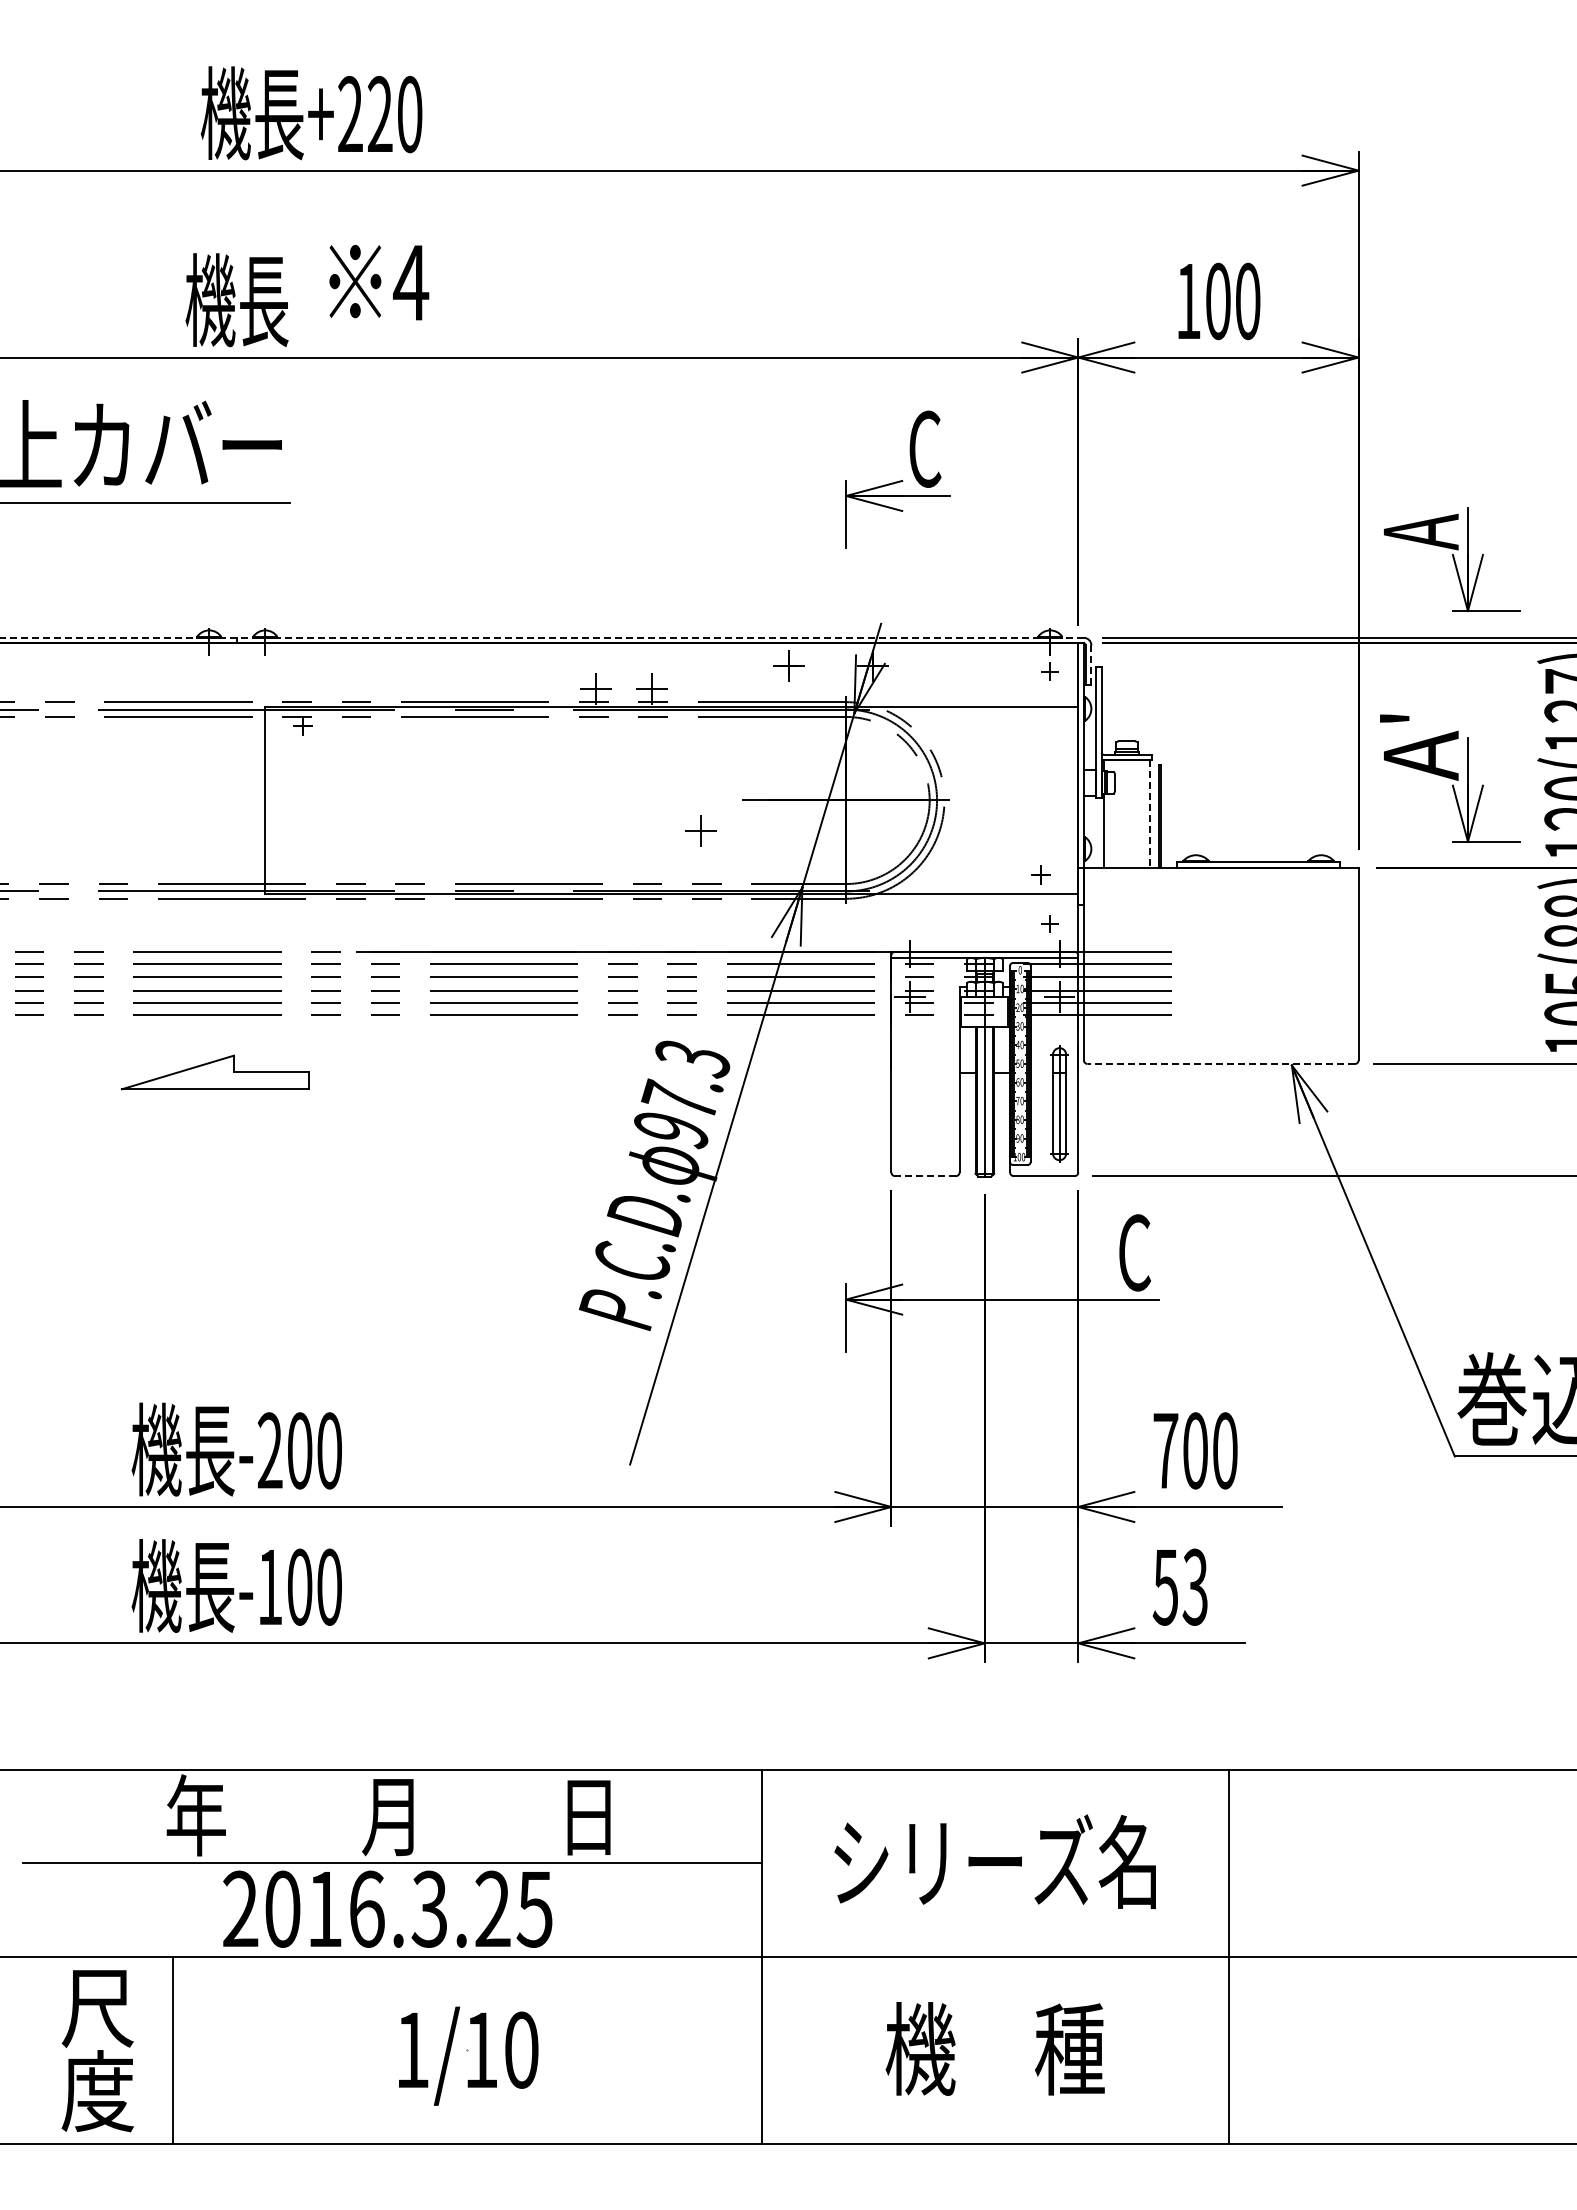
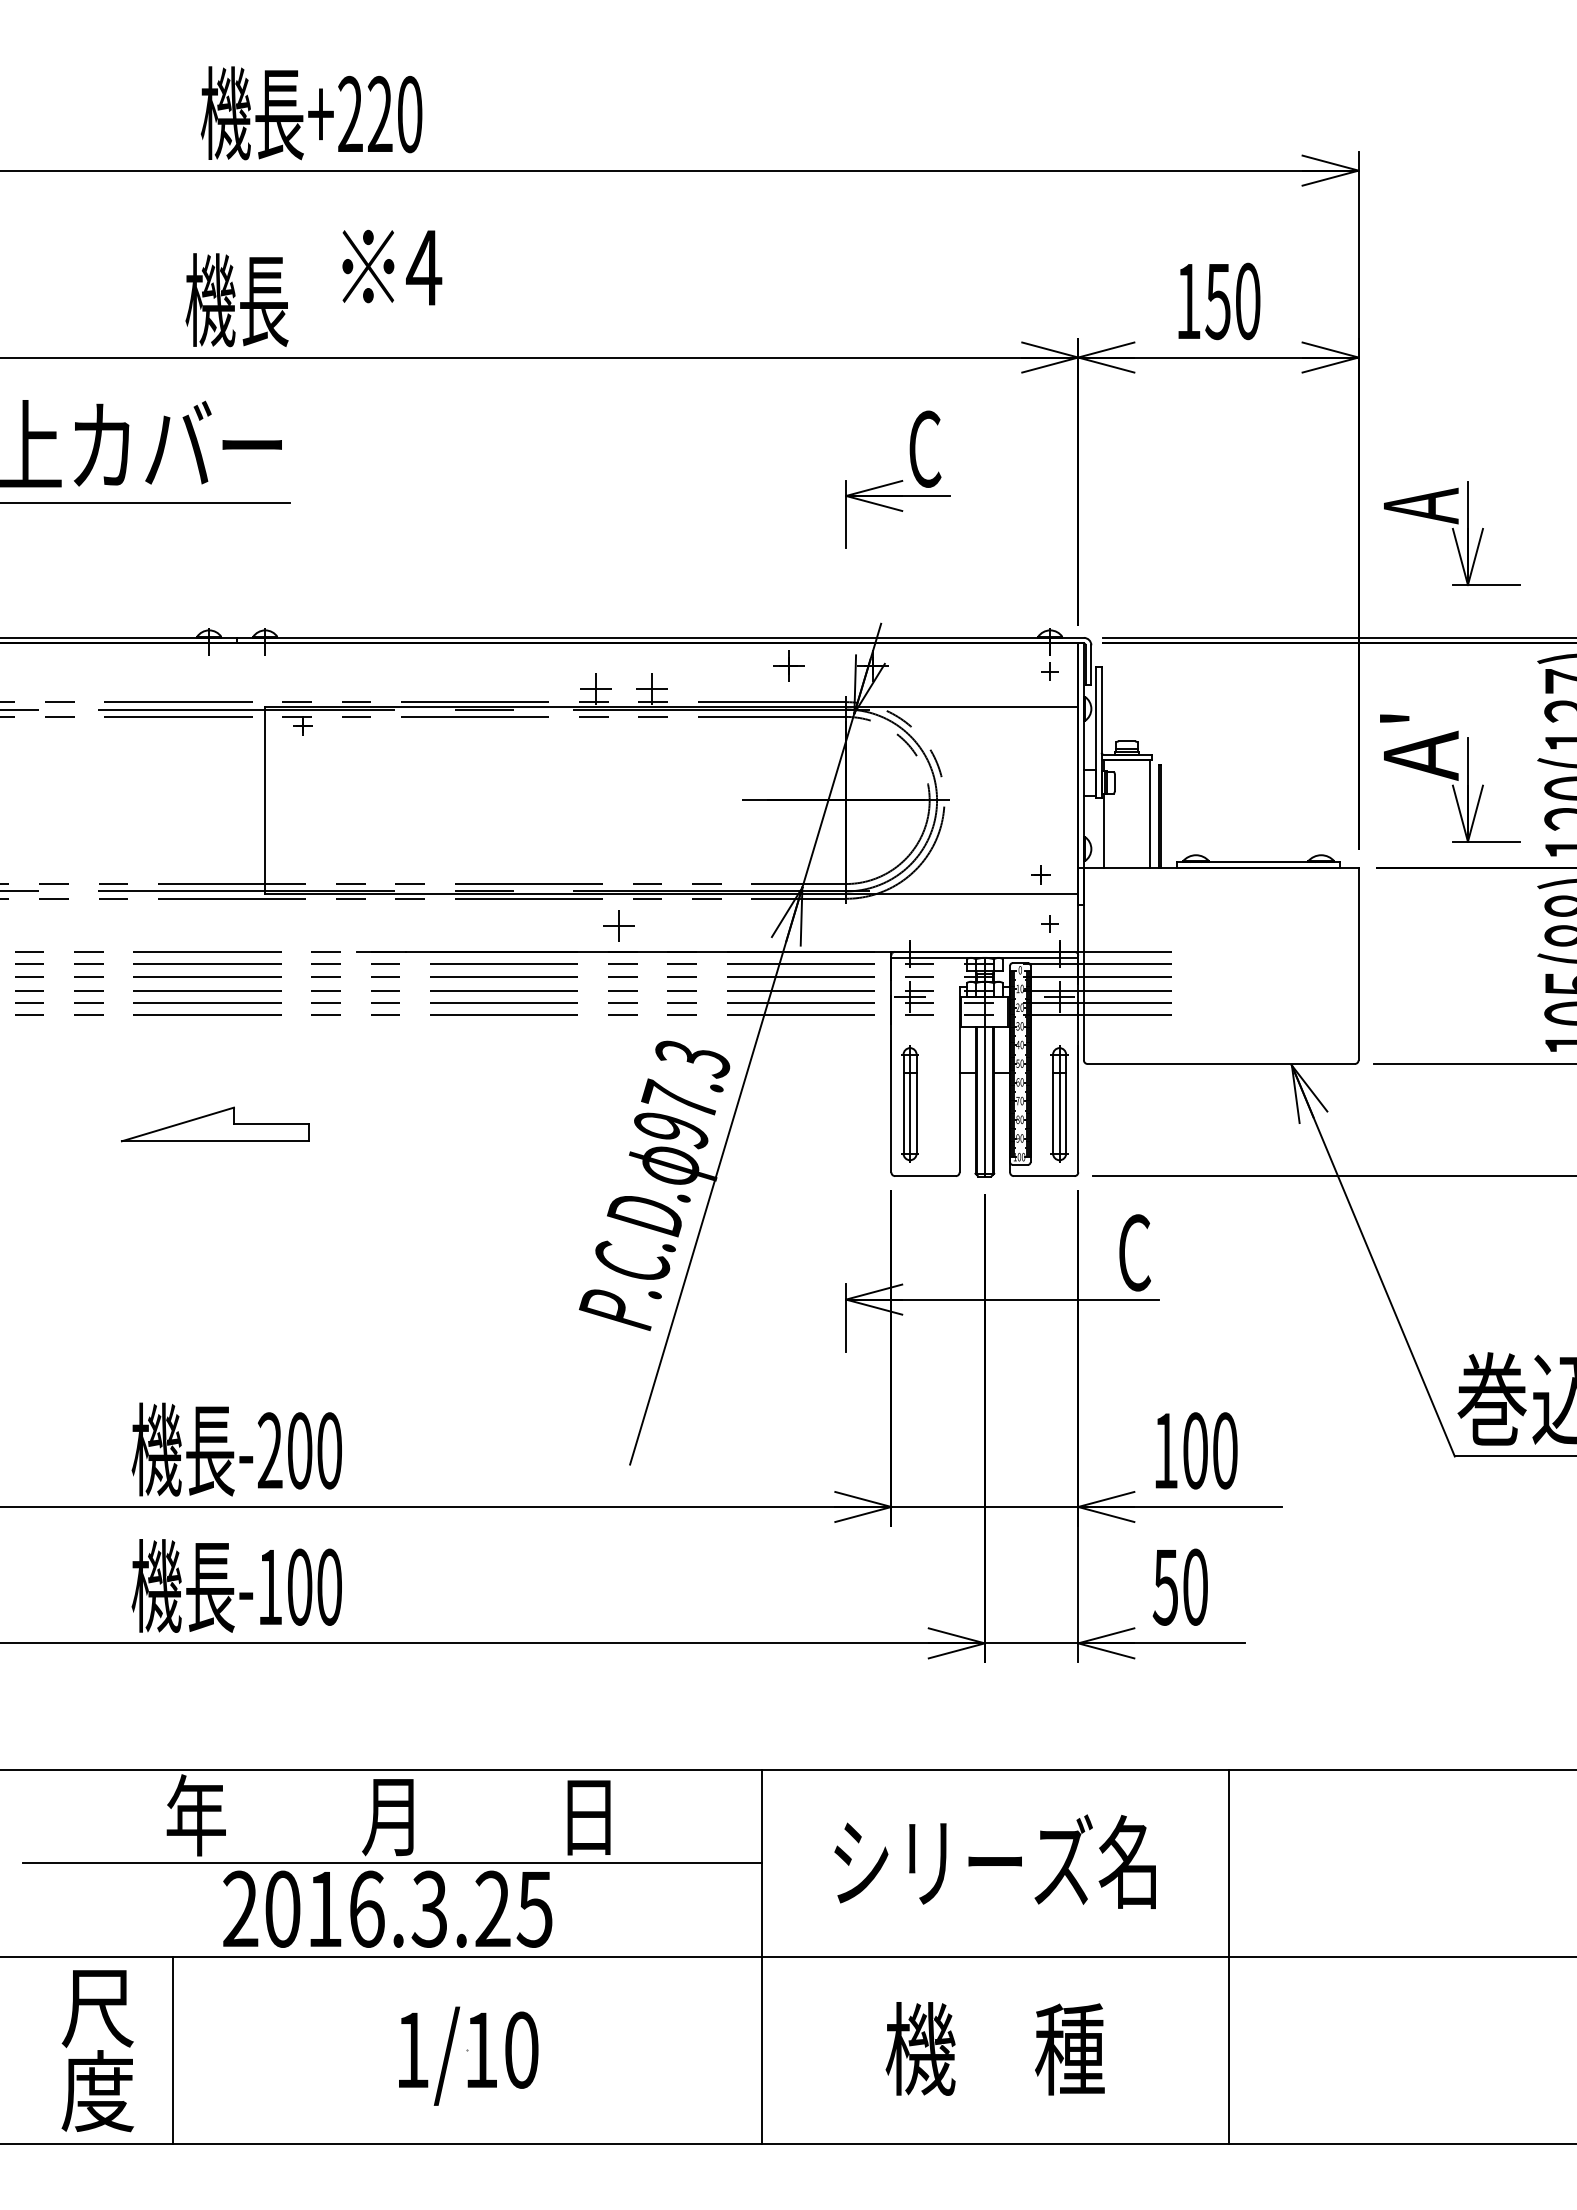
text at (379, 282) position: (379, 282) -> (392, 267)
text at (1217, 301): 100 -> 150
part at (1452, 559) position: (1452, 559) -> (1452, 533)
line at (542, 637): dashed -> solid
line at (1091, 664): dashed -> solid
line at (1150, 814): dashed -> solid
part at (700, 830) position: (700, 830) -> (618, 925)
line at (1221, 1064): dashed -> solid
part at (215, 1072) position: (215, 1072) -> (215, 1124)
part at (909, 1103): none -> present
line at (925, 1176): dashed -> solid
text at (1165, 1450): 700 -> 100
text at (1194, 1586): 53 -> 50
